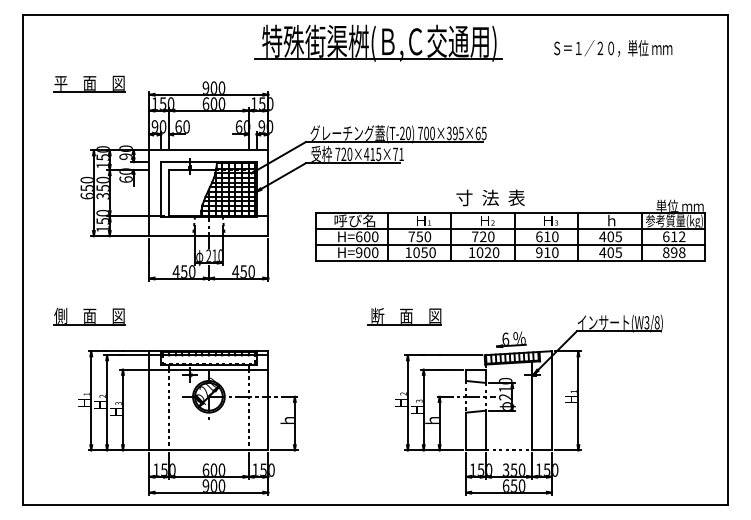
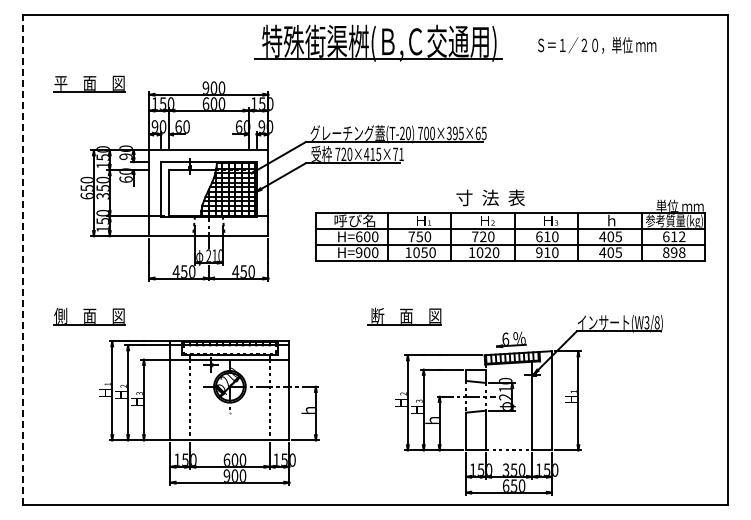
text at (613, 48) position: (613, 48) -> (597, 45)
line at (22, 260): solid -> dashed
part at (188, 422) position: (188, 422) -> (209, 412)
